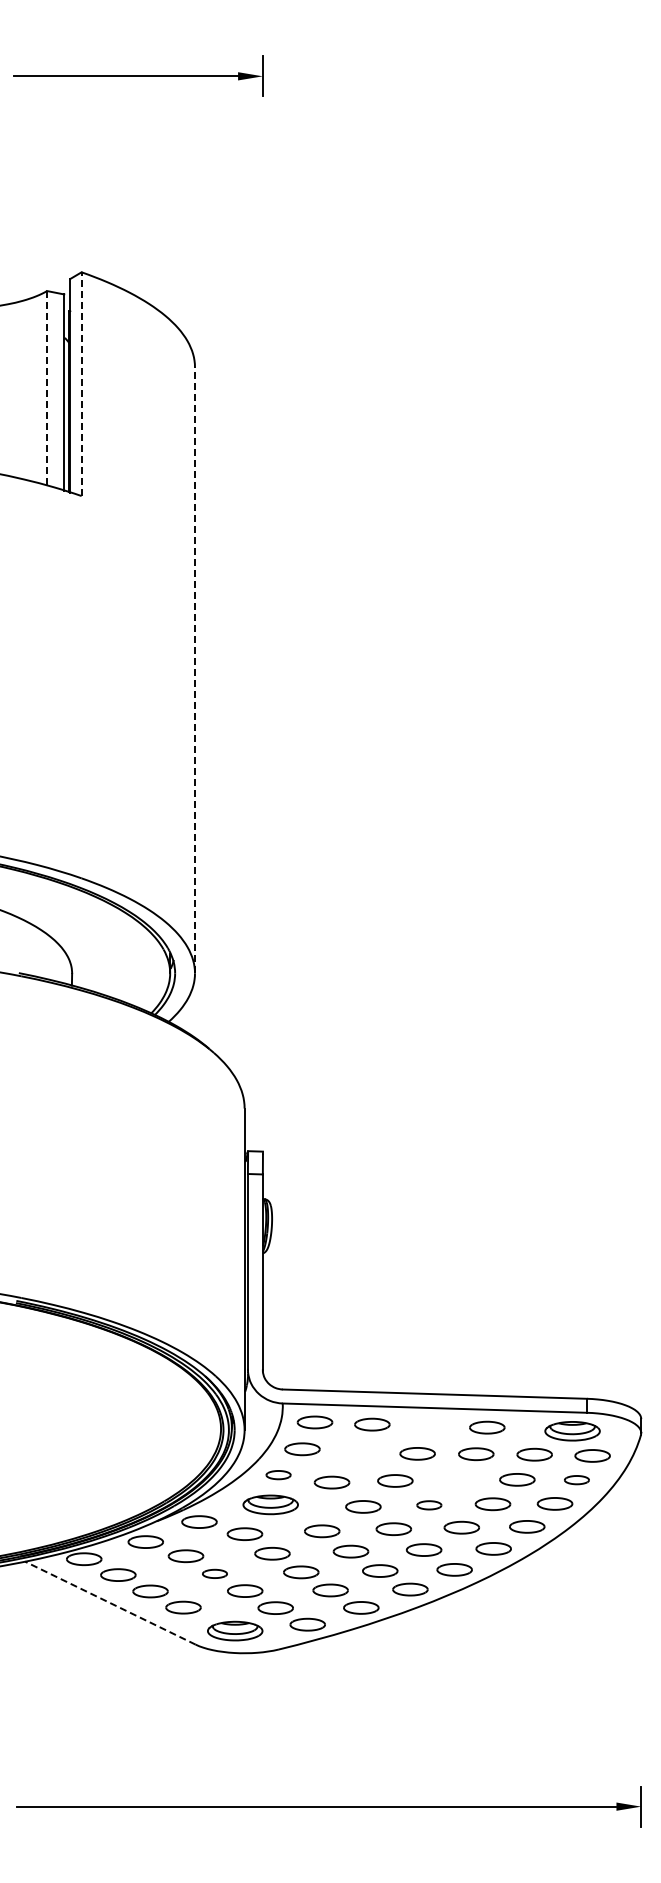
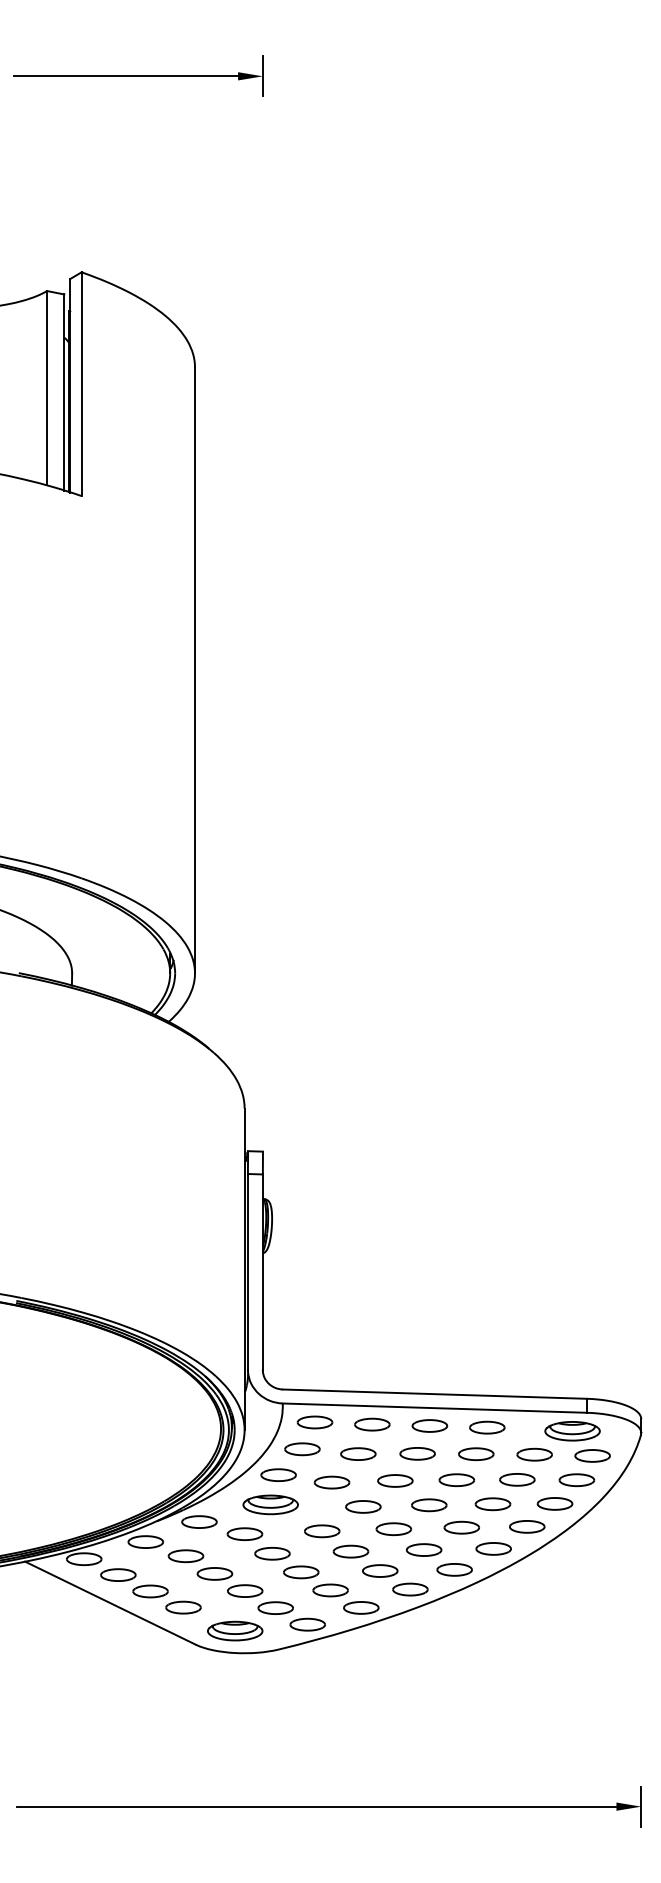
line at (81, 384): dashed -> solid
line at (47, 387): dashed -> solid
line at (194, 669): dashed -> solid
part at (429, 1425): none -> present
part at (358, 1453): none -> present
part at (278, 1475) size: 27x11 px -> 37x14 px
part at (456, 1479): none -> present
part at (576, 1480) size: 26x11 px -> 38x14 px
part at (429, 1505) size: 27x11 px -> 37x15 px
part at (214, 1573) size: 26x11 px -> 38x14 px
line at (110, 1603): dashed -> solid
